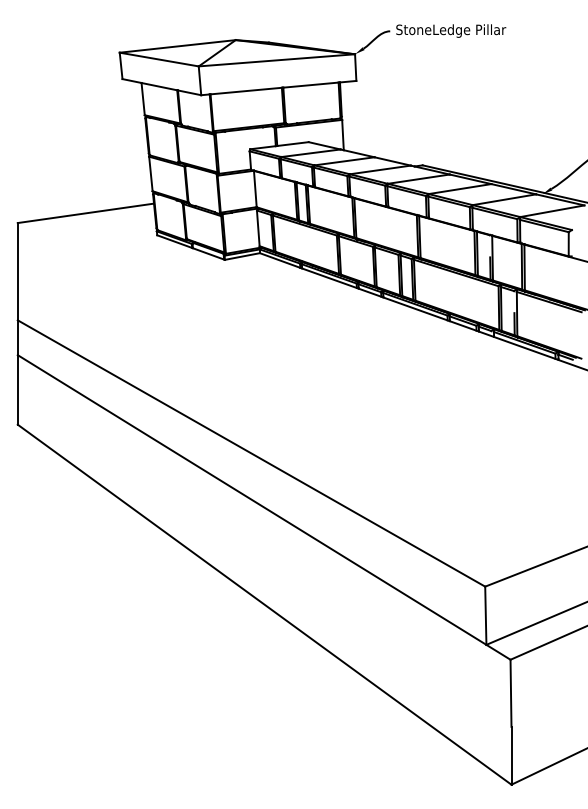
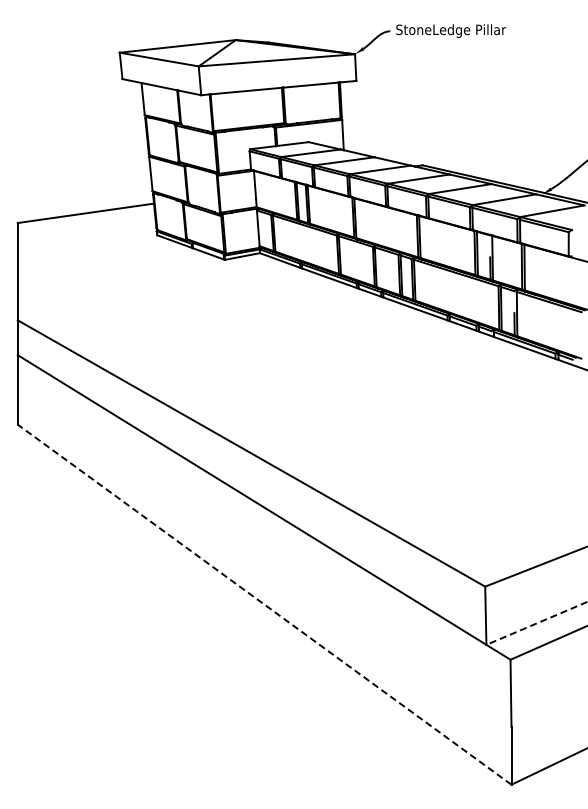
line at (264, 604): solid -> dashed
line at (536, 623): solid -> dashed
